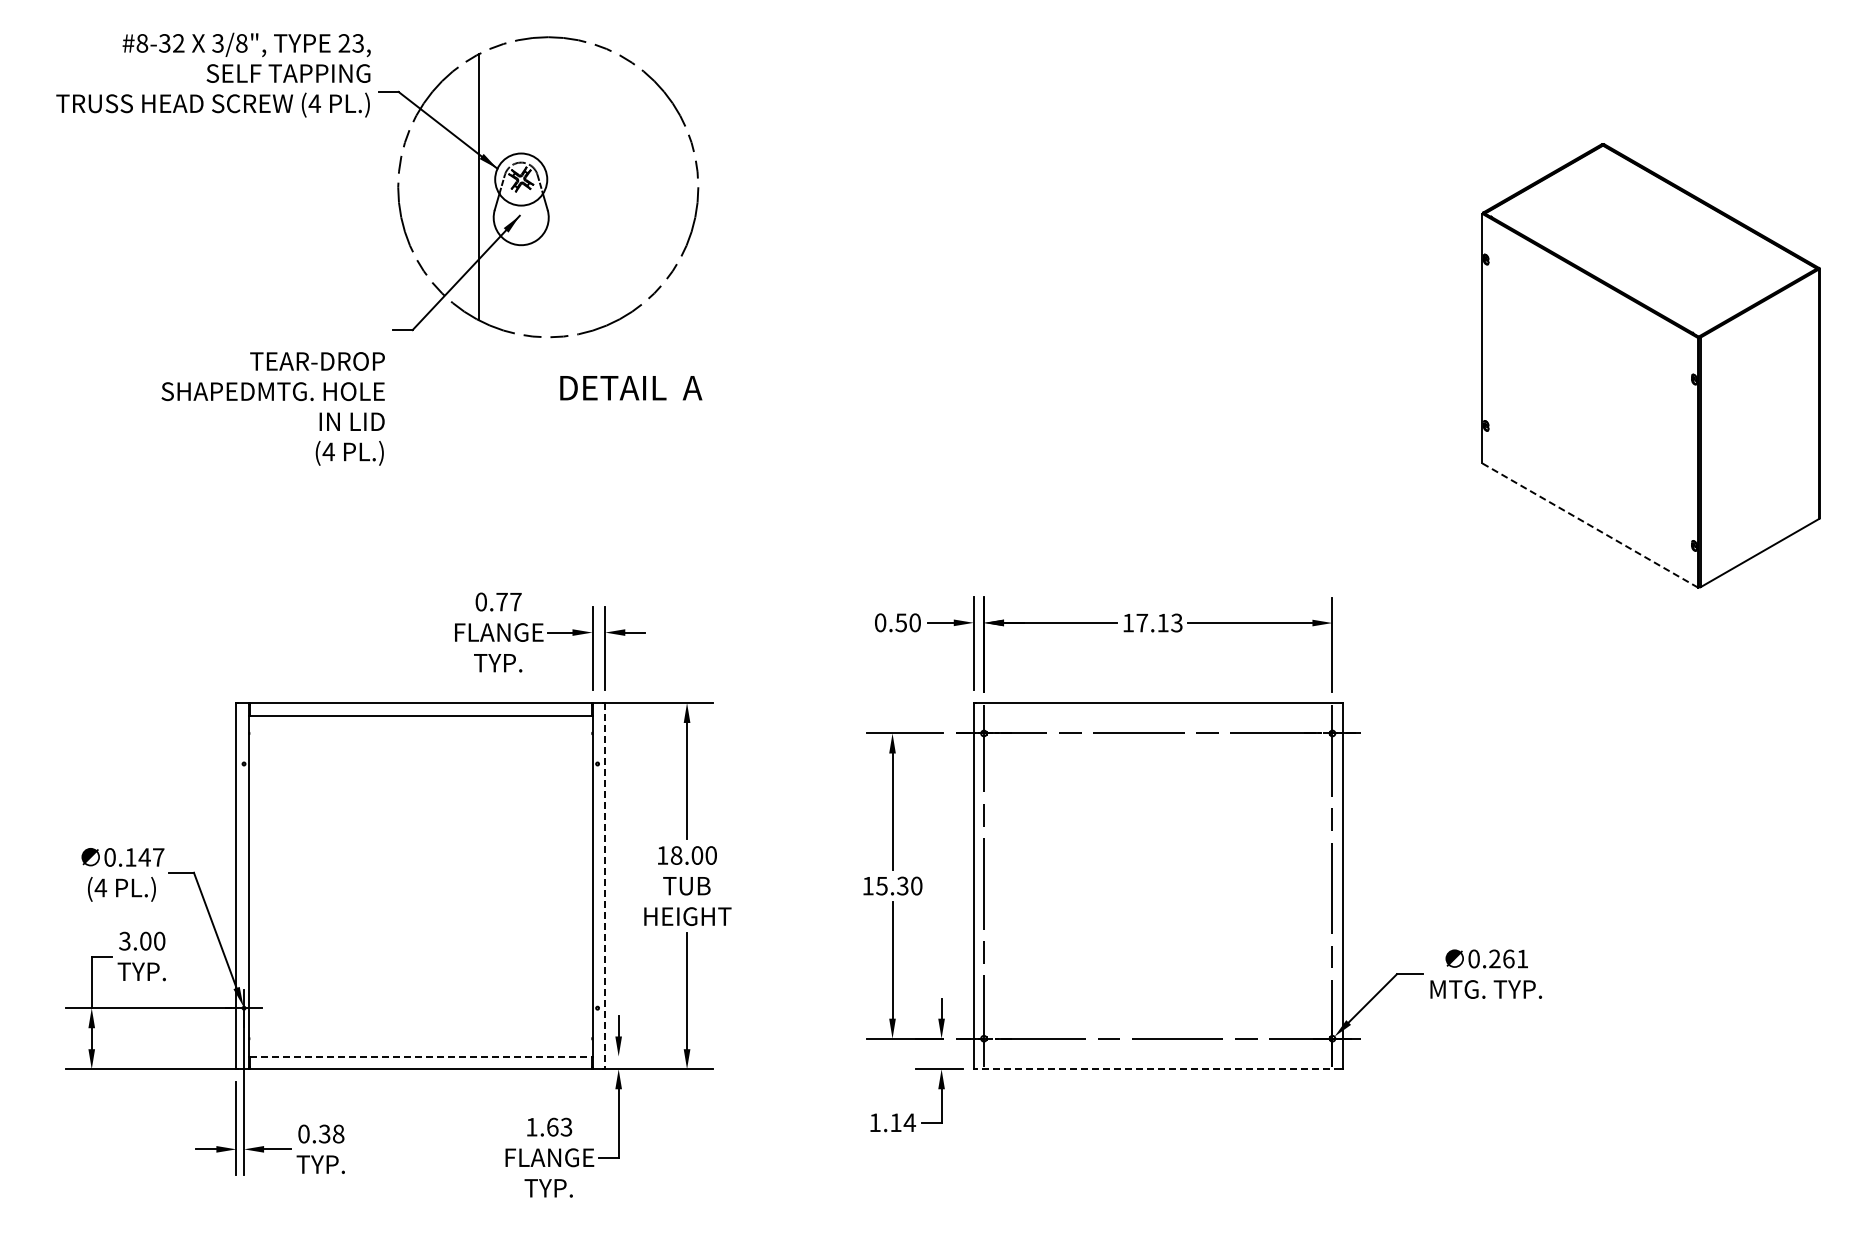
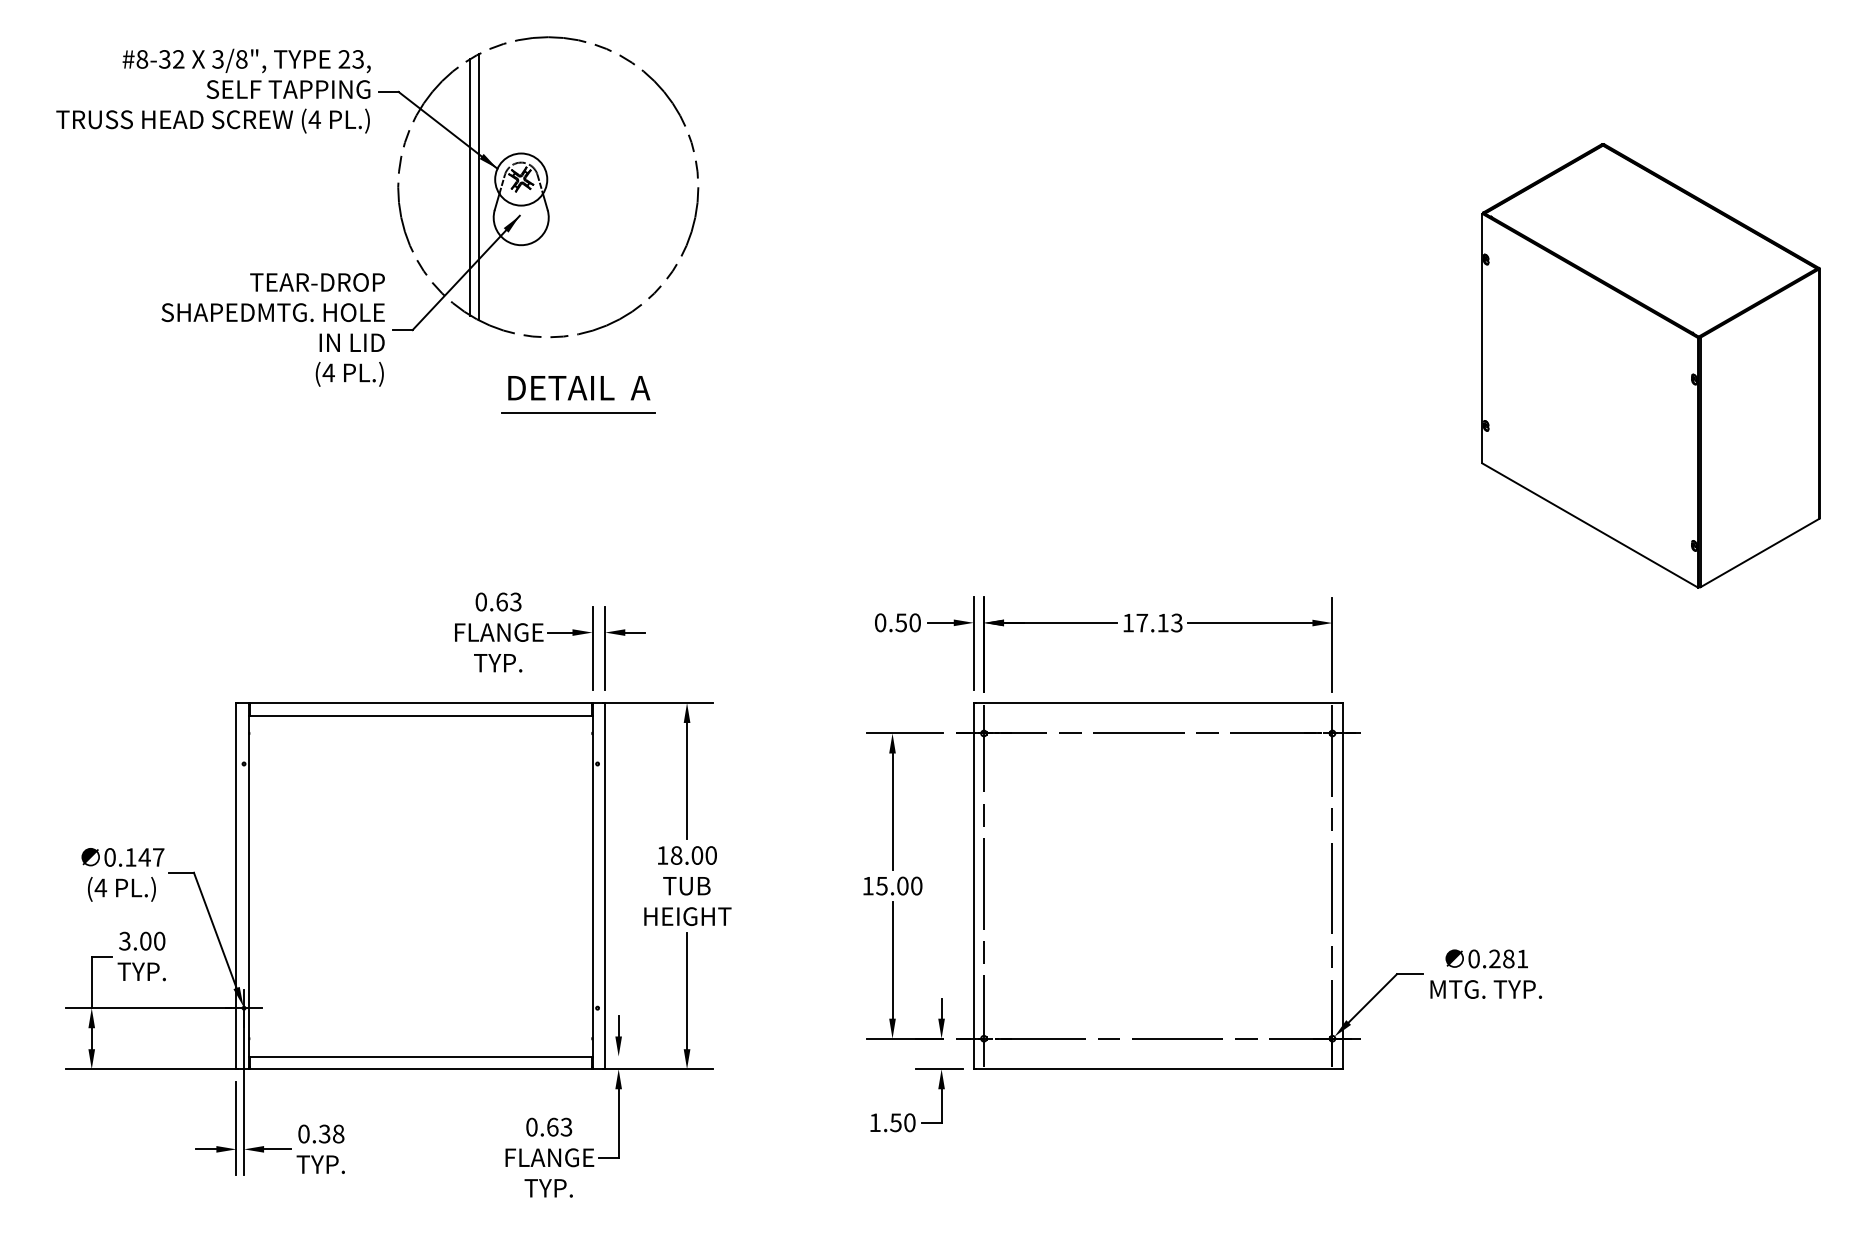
text at (213, 74) position: (213, 74) -> (213, 90)
line at (470, 187): none -> present
text at (631, 388) position: (631, 388) -> (579, 388)
text at (272, 408) position: (272, 408) -> (272, 329)
line at (578, 413): none -> present
line at (1590, 525): dashed -> solid
text at (508, 601): 0.77 -> 0.63
text at (902, 885): 15.30 -> 15.00
line at (605, 886): dashed -> solid
text at (1508, 958): 0.261 -> 0.281
line at (421, 1056): dashed -> solid
line at (1158, 1069): dashed -> solid
text at (903, 1122): 1.14 -> 1.50
text at (531, 1126): 1.63 -> 0.63
